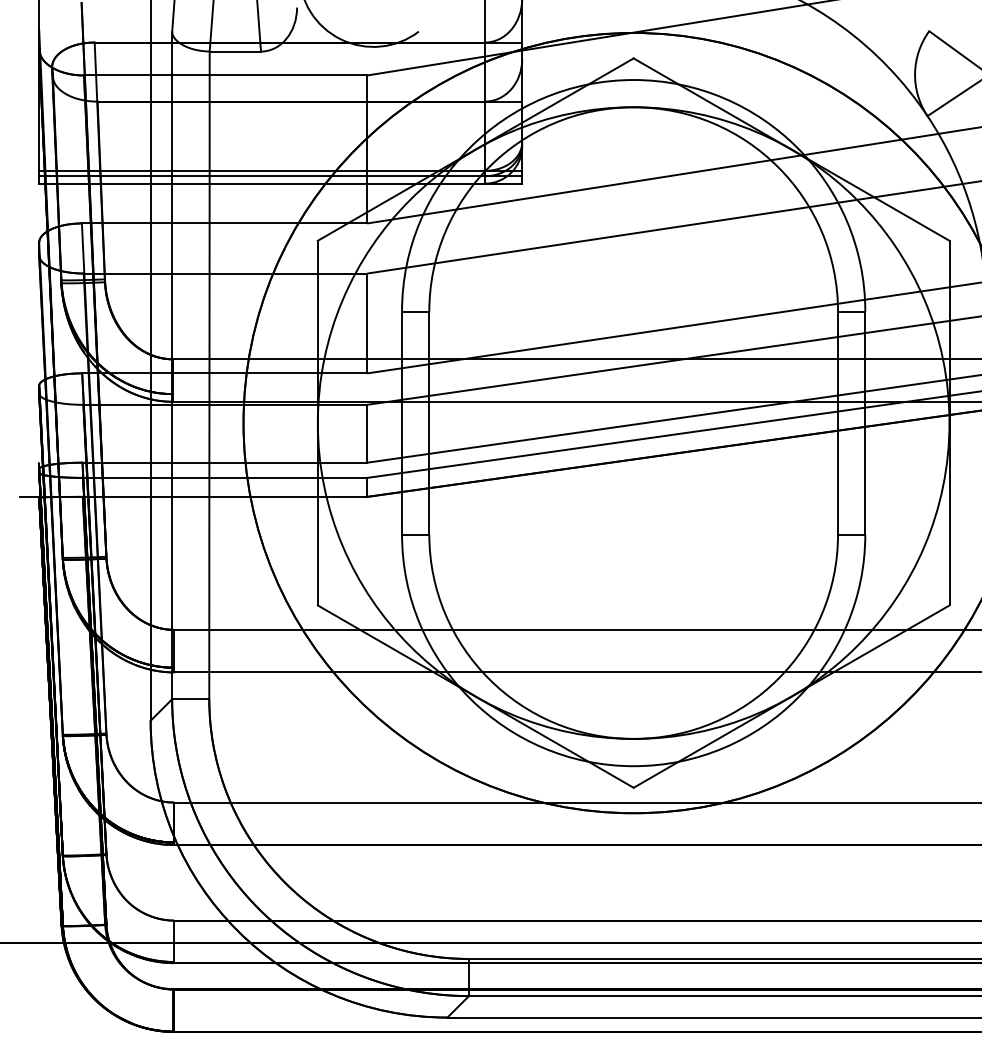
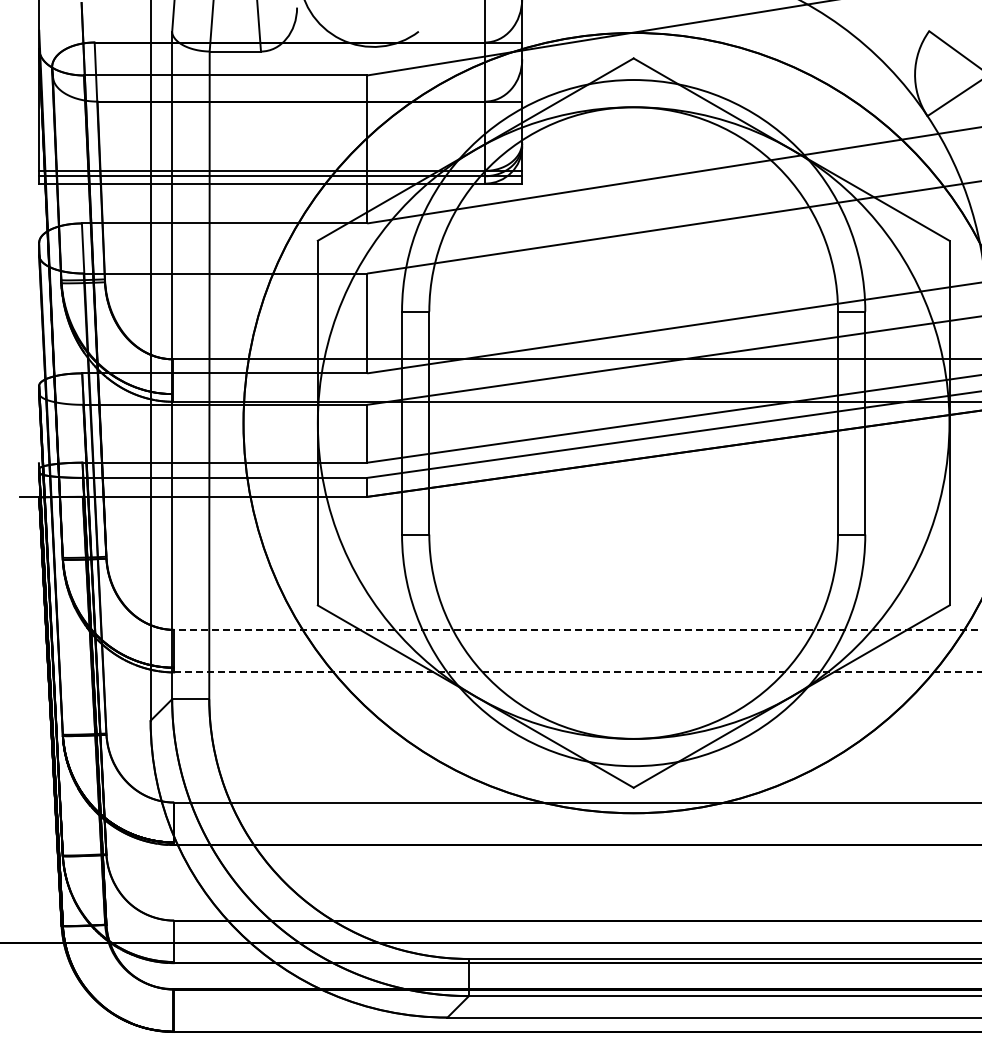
line at (577, 629): solid -> dashed
line at (578, 672): solid -> dashed
